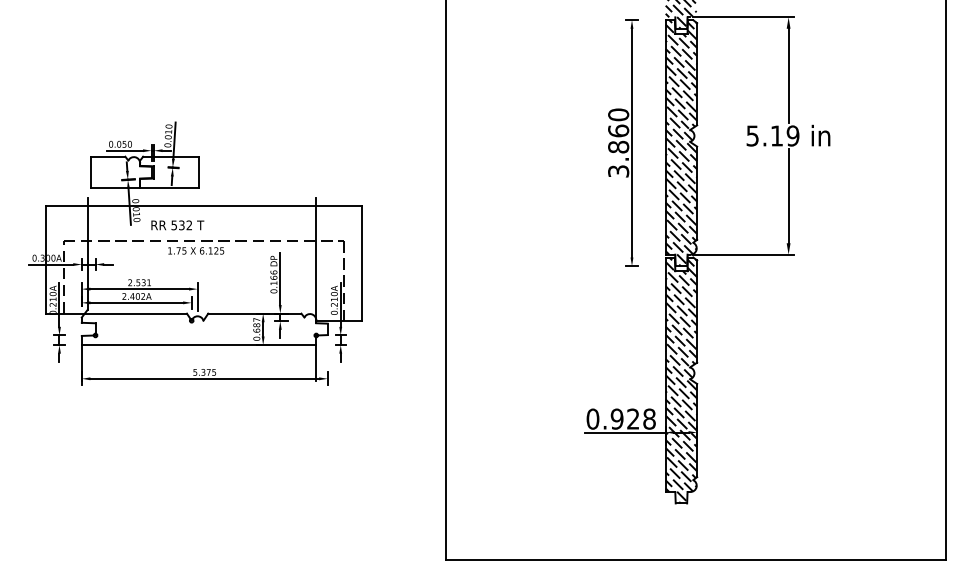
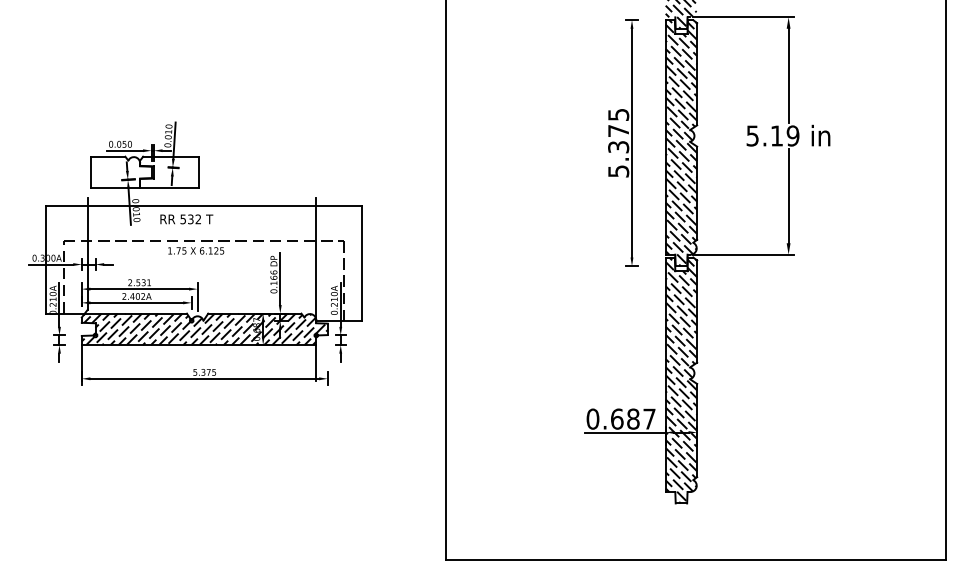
text at (618, 142): 3.860 -> 5.375
text at (177, 225) position: (177, 225) -> (186, 219)
hatch at (204, 329): none -> present
text at (632, 418): 0.928 -> 0.687
